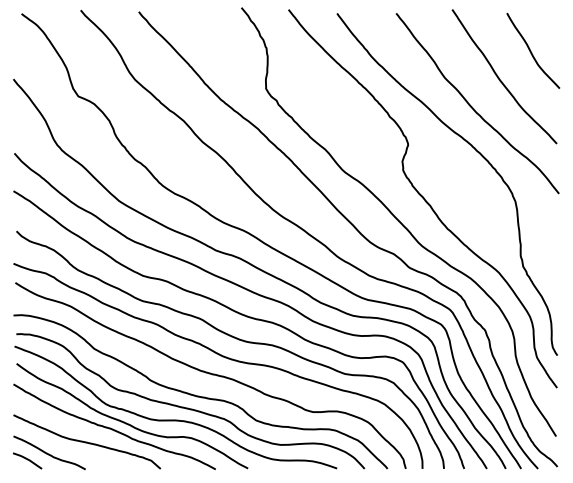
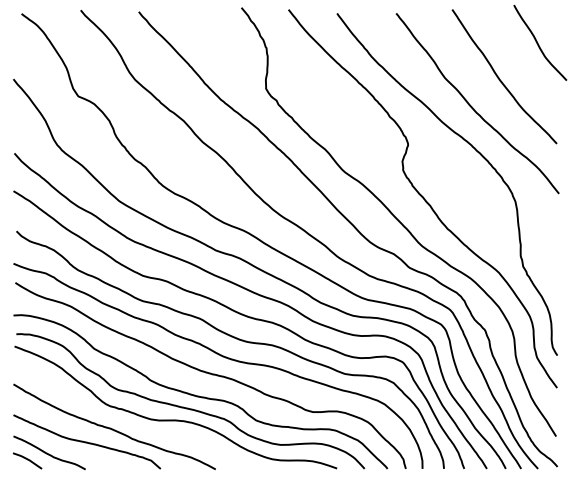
curve at (531, 50) position: (531, 50) -> (538, 42)
curve at (129, 423): present -> none
